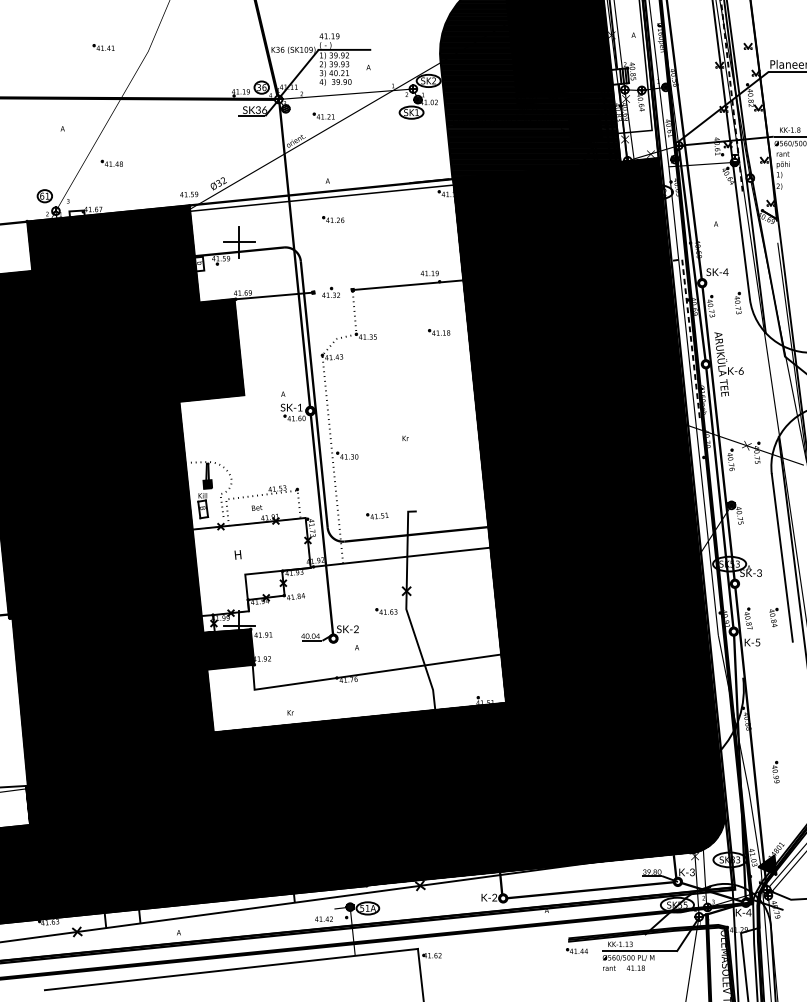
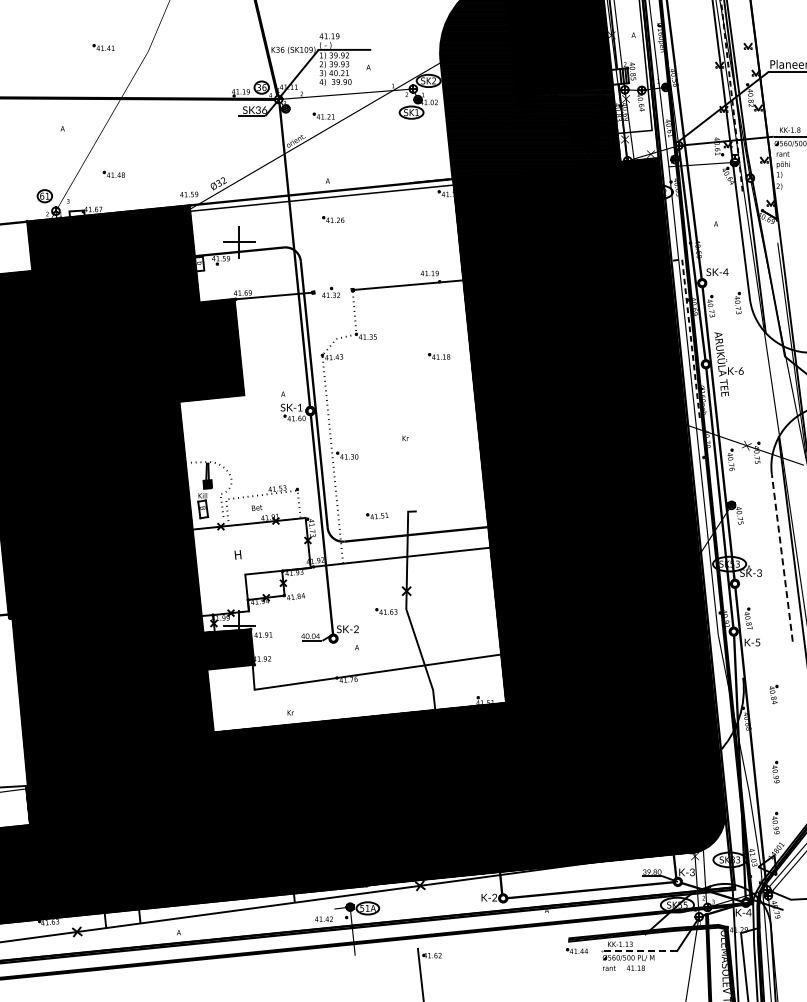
part at (111, 162) position: (111, 162) -> (113, 173)
part at (439, 332) position: (439, 332) -> (439, 356)
line at (782, 557): solid -> dashed
part at (773, 617) position: (773, 617) -> (773, 694)
part at (775, 822): none -> present
fill at (767, 865): present -> none
line at (638, 950): solid -> dashed
line at (230, 969): present -> none
